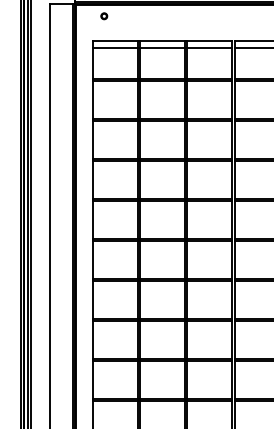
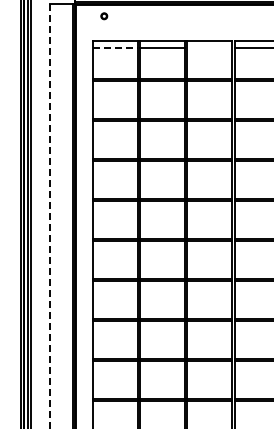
line at (115, 48): solid -> dashed
line at (209, 48): present -> none
line at (50, 216): solid -> dashed
